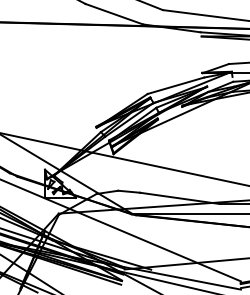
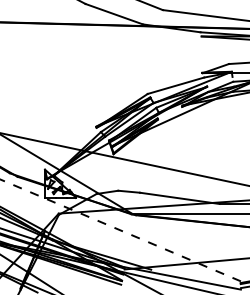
line at (120, 230): solid -> dashed
